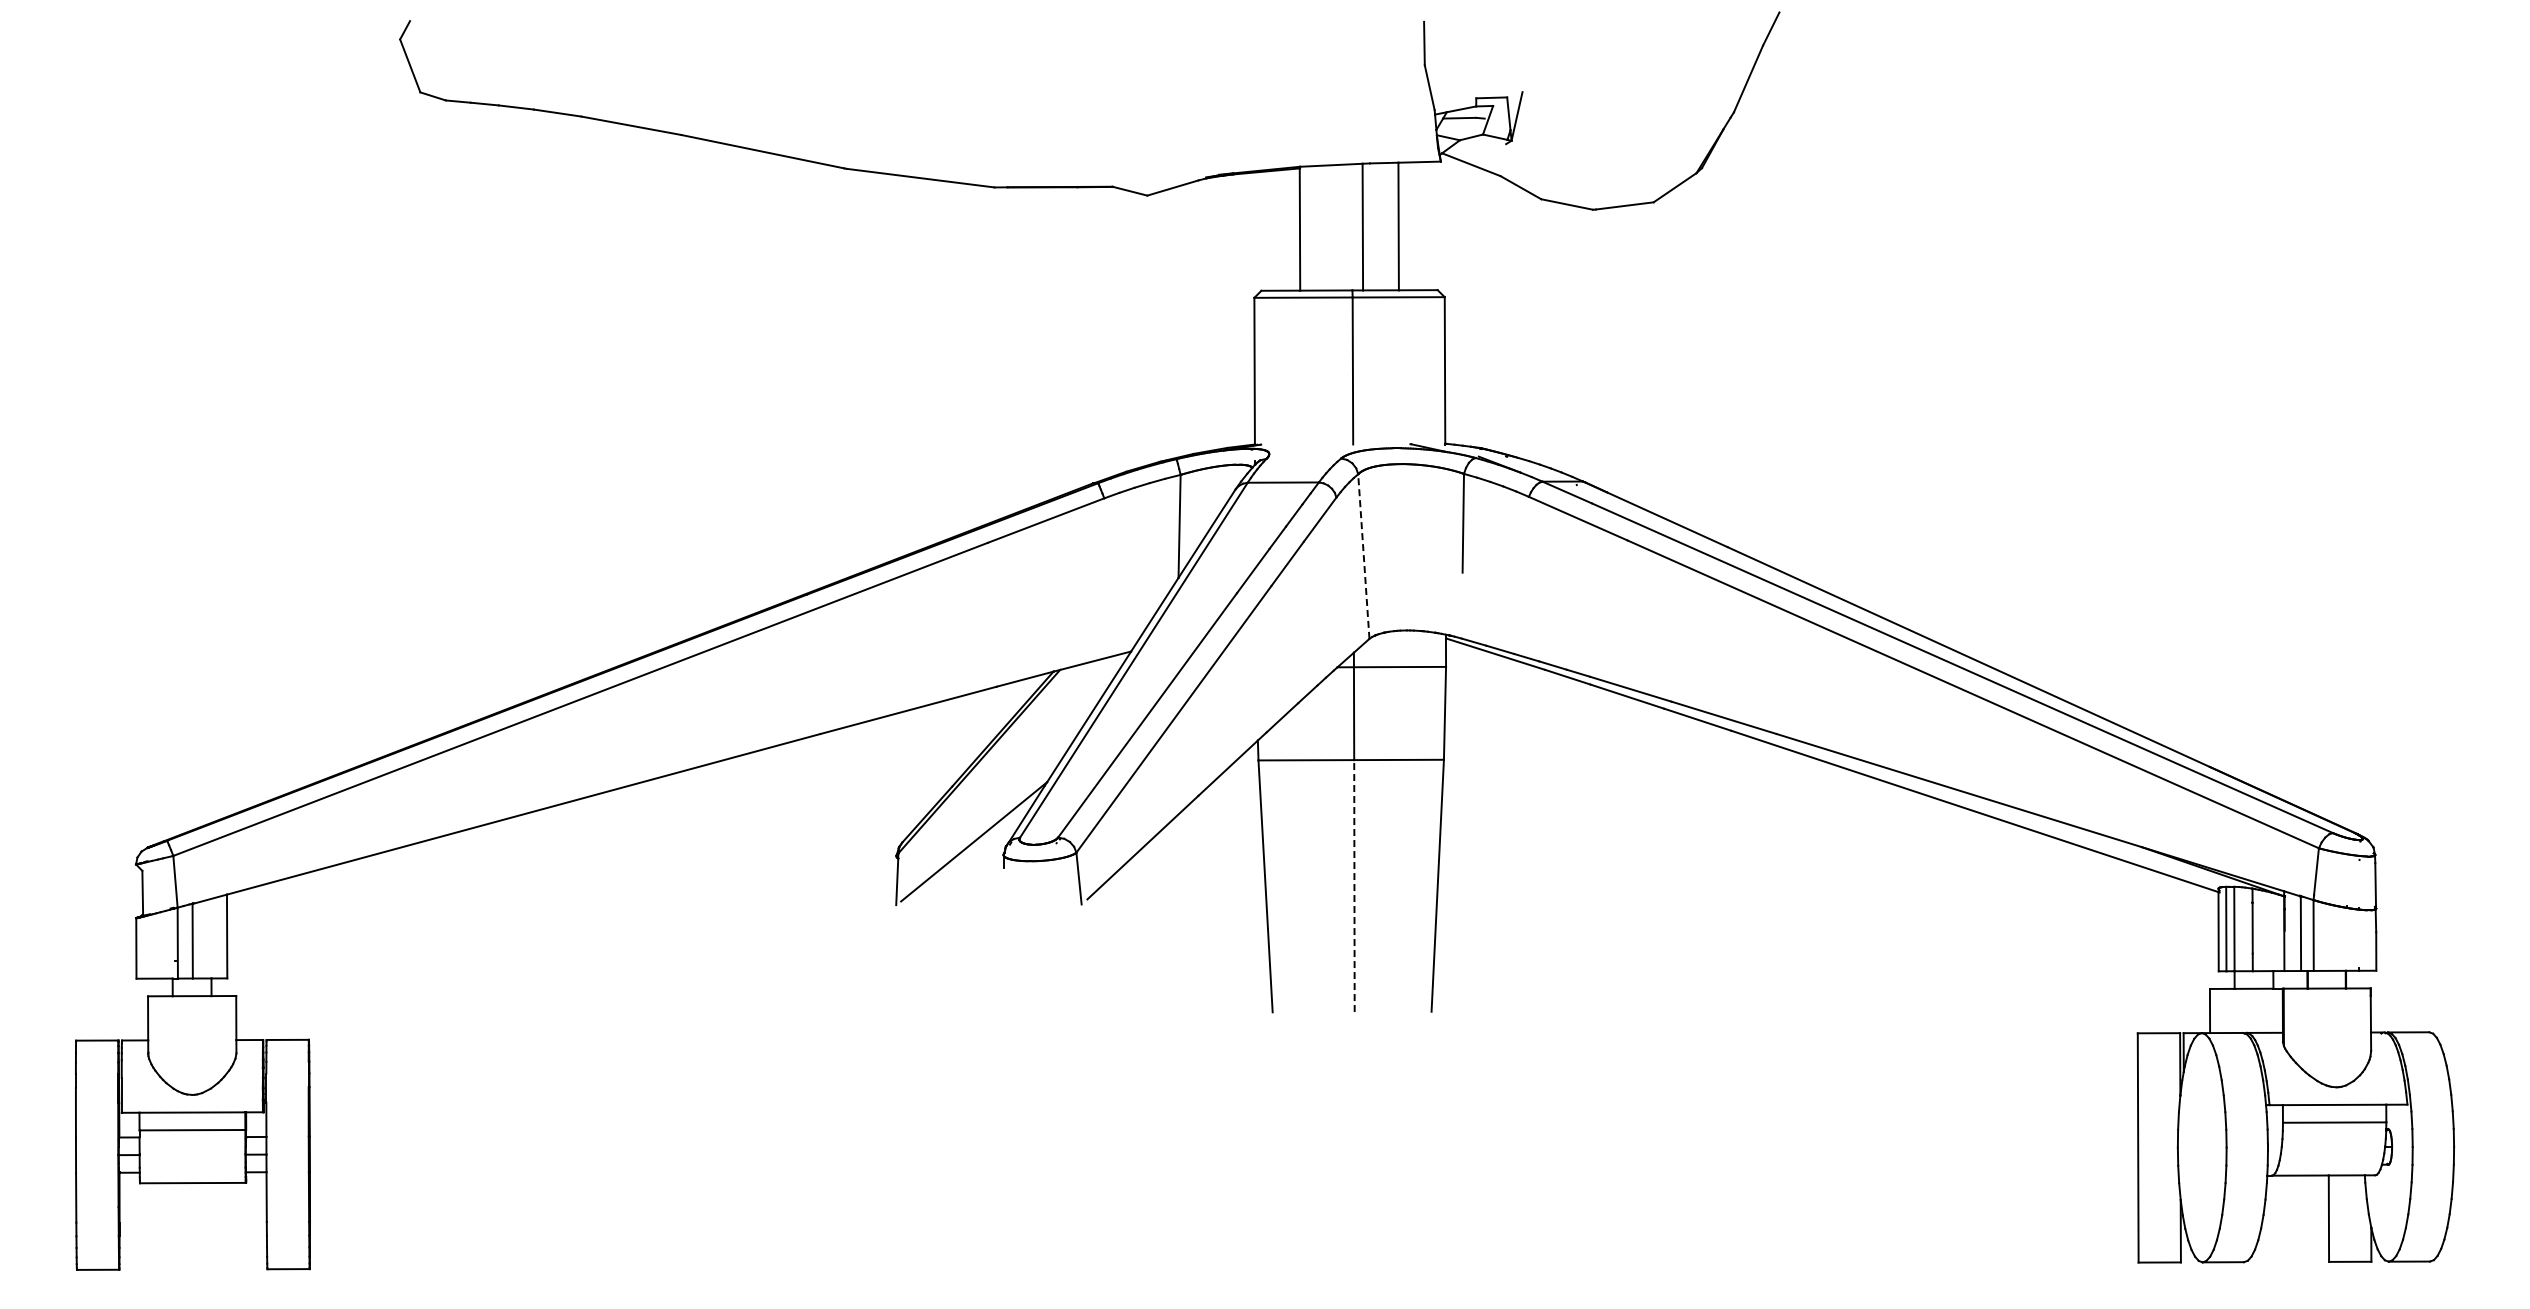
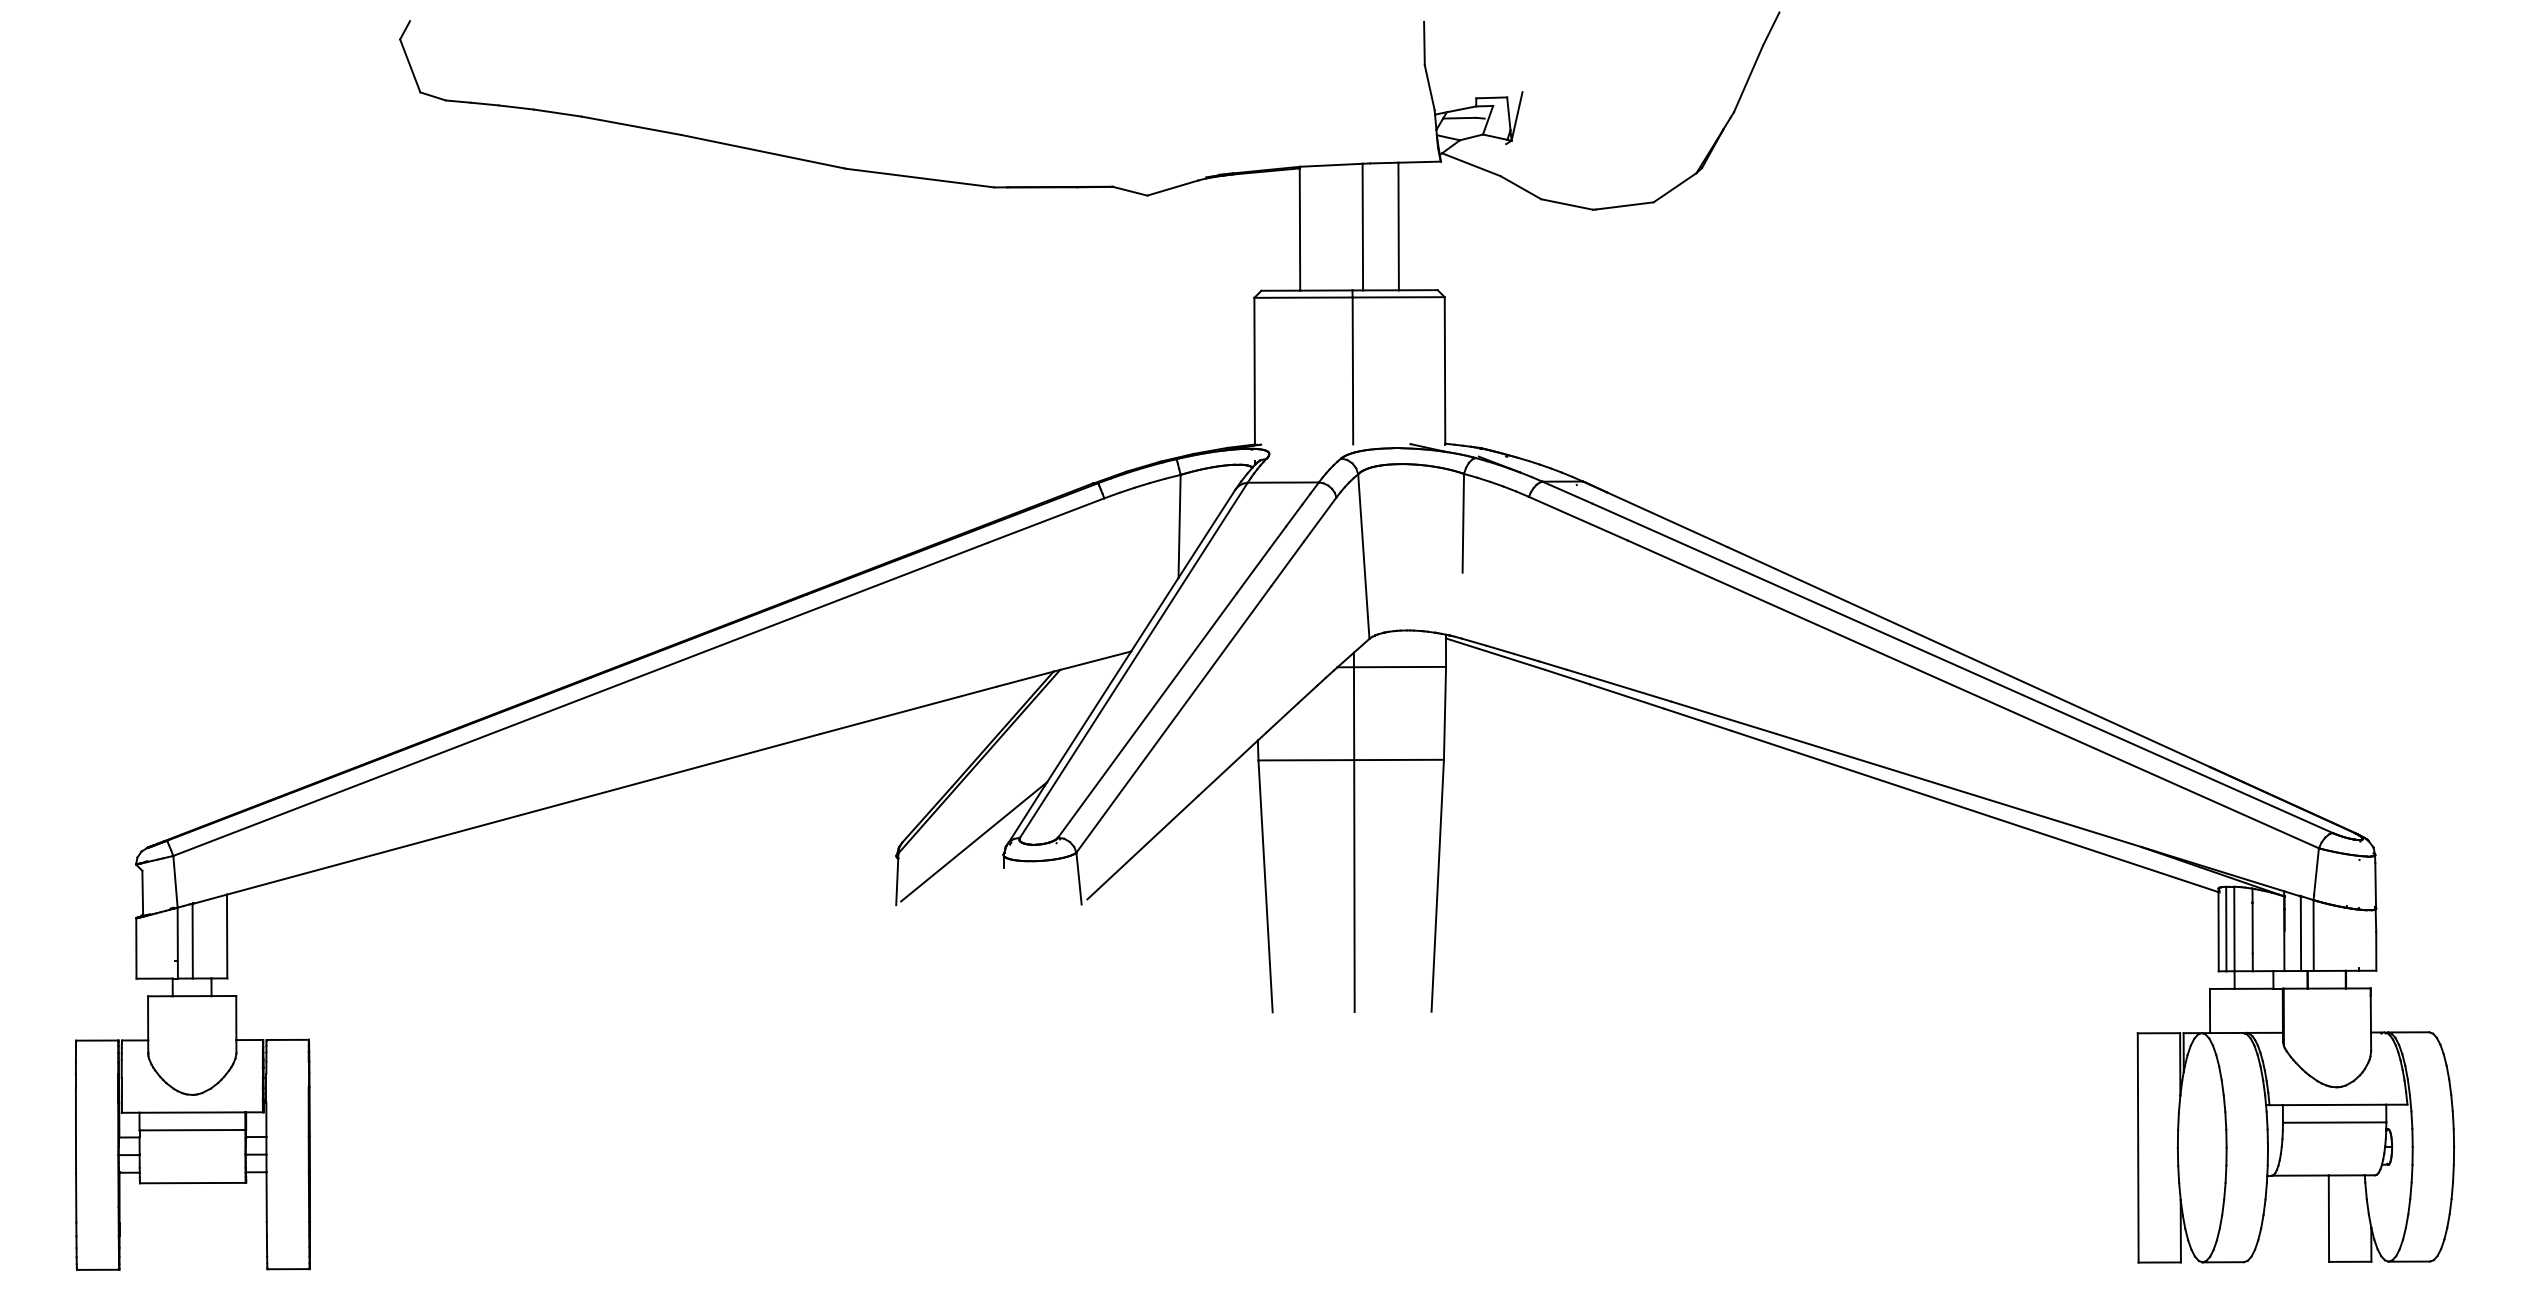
line at (1363, 556): dashed -> solid
line at (1354, 886): dashed -> solid
